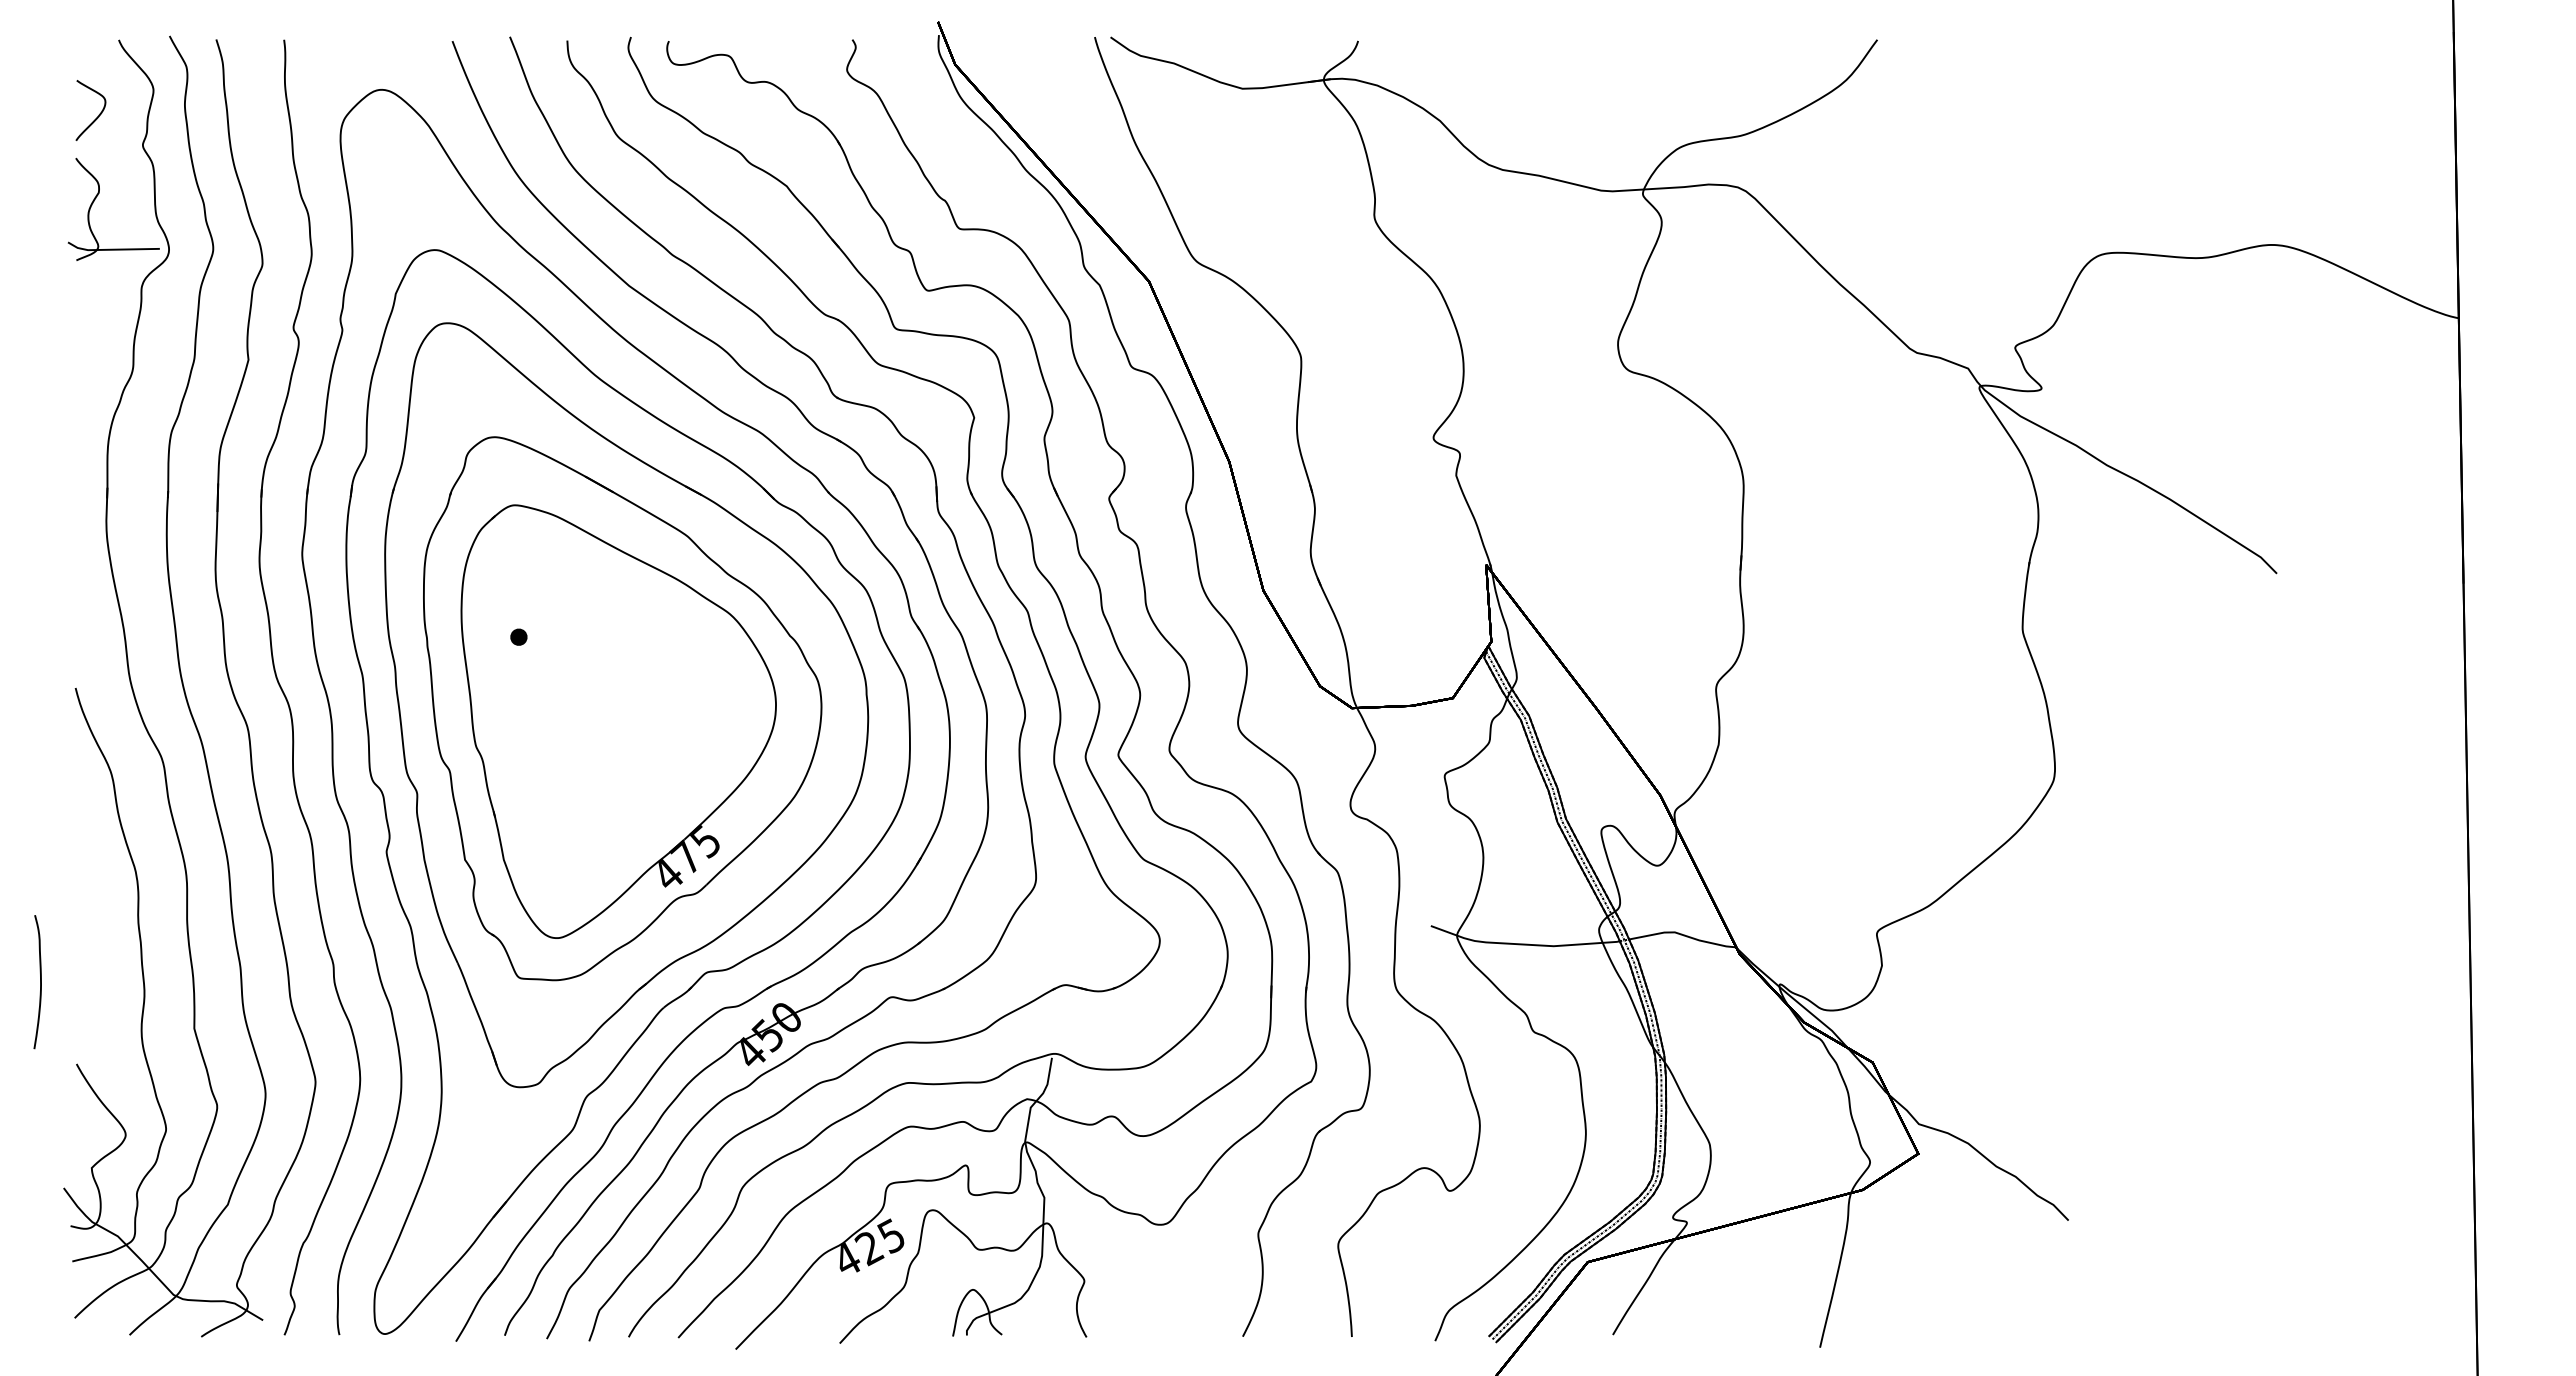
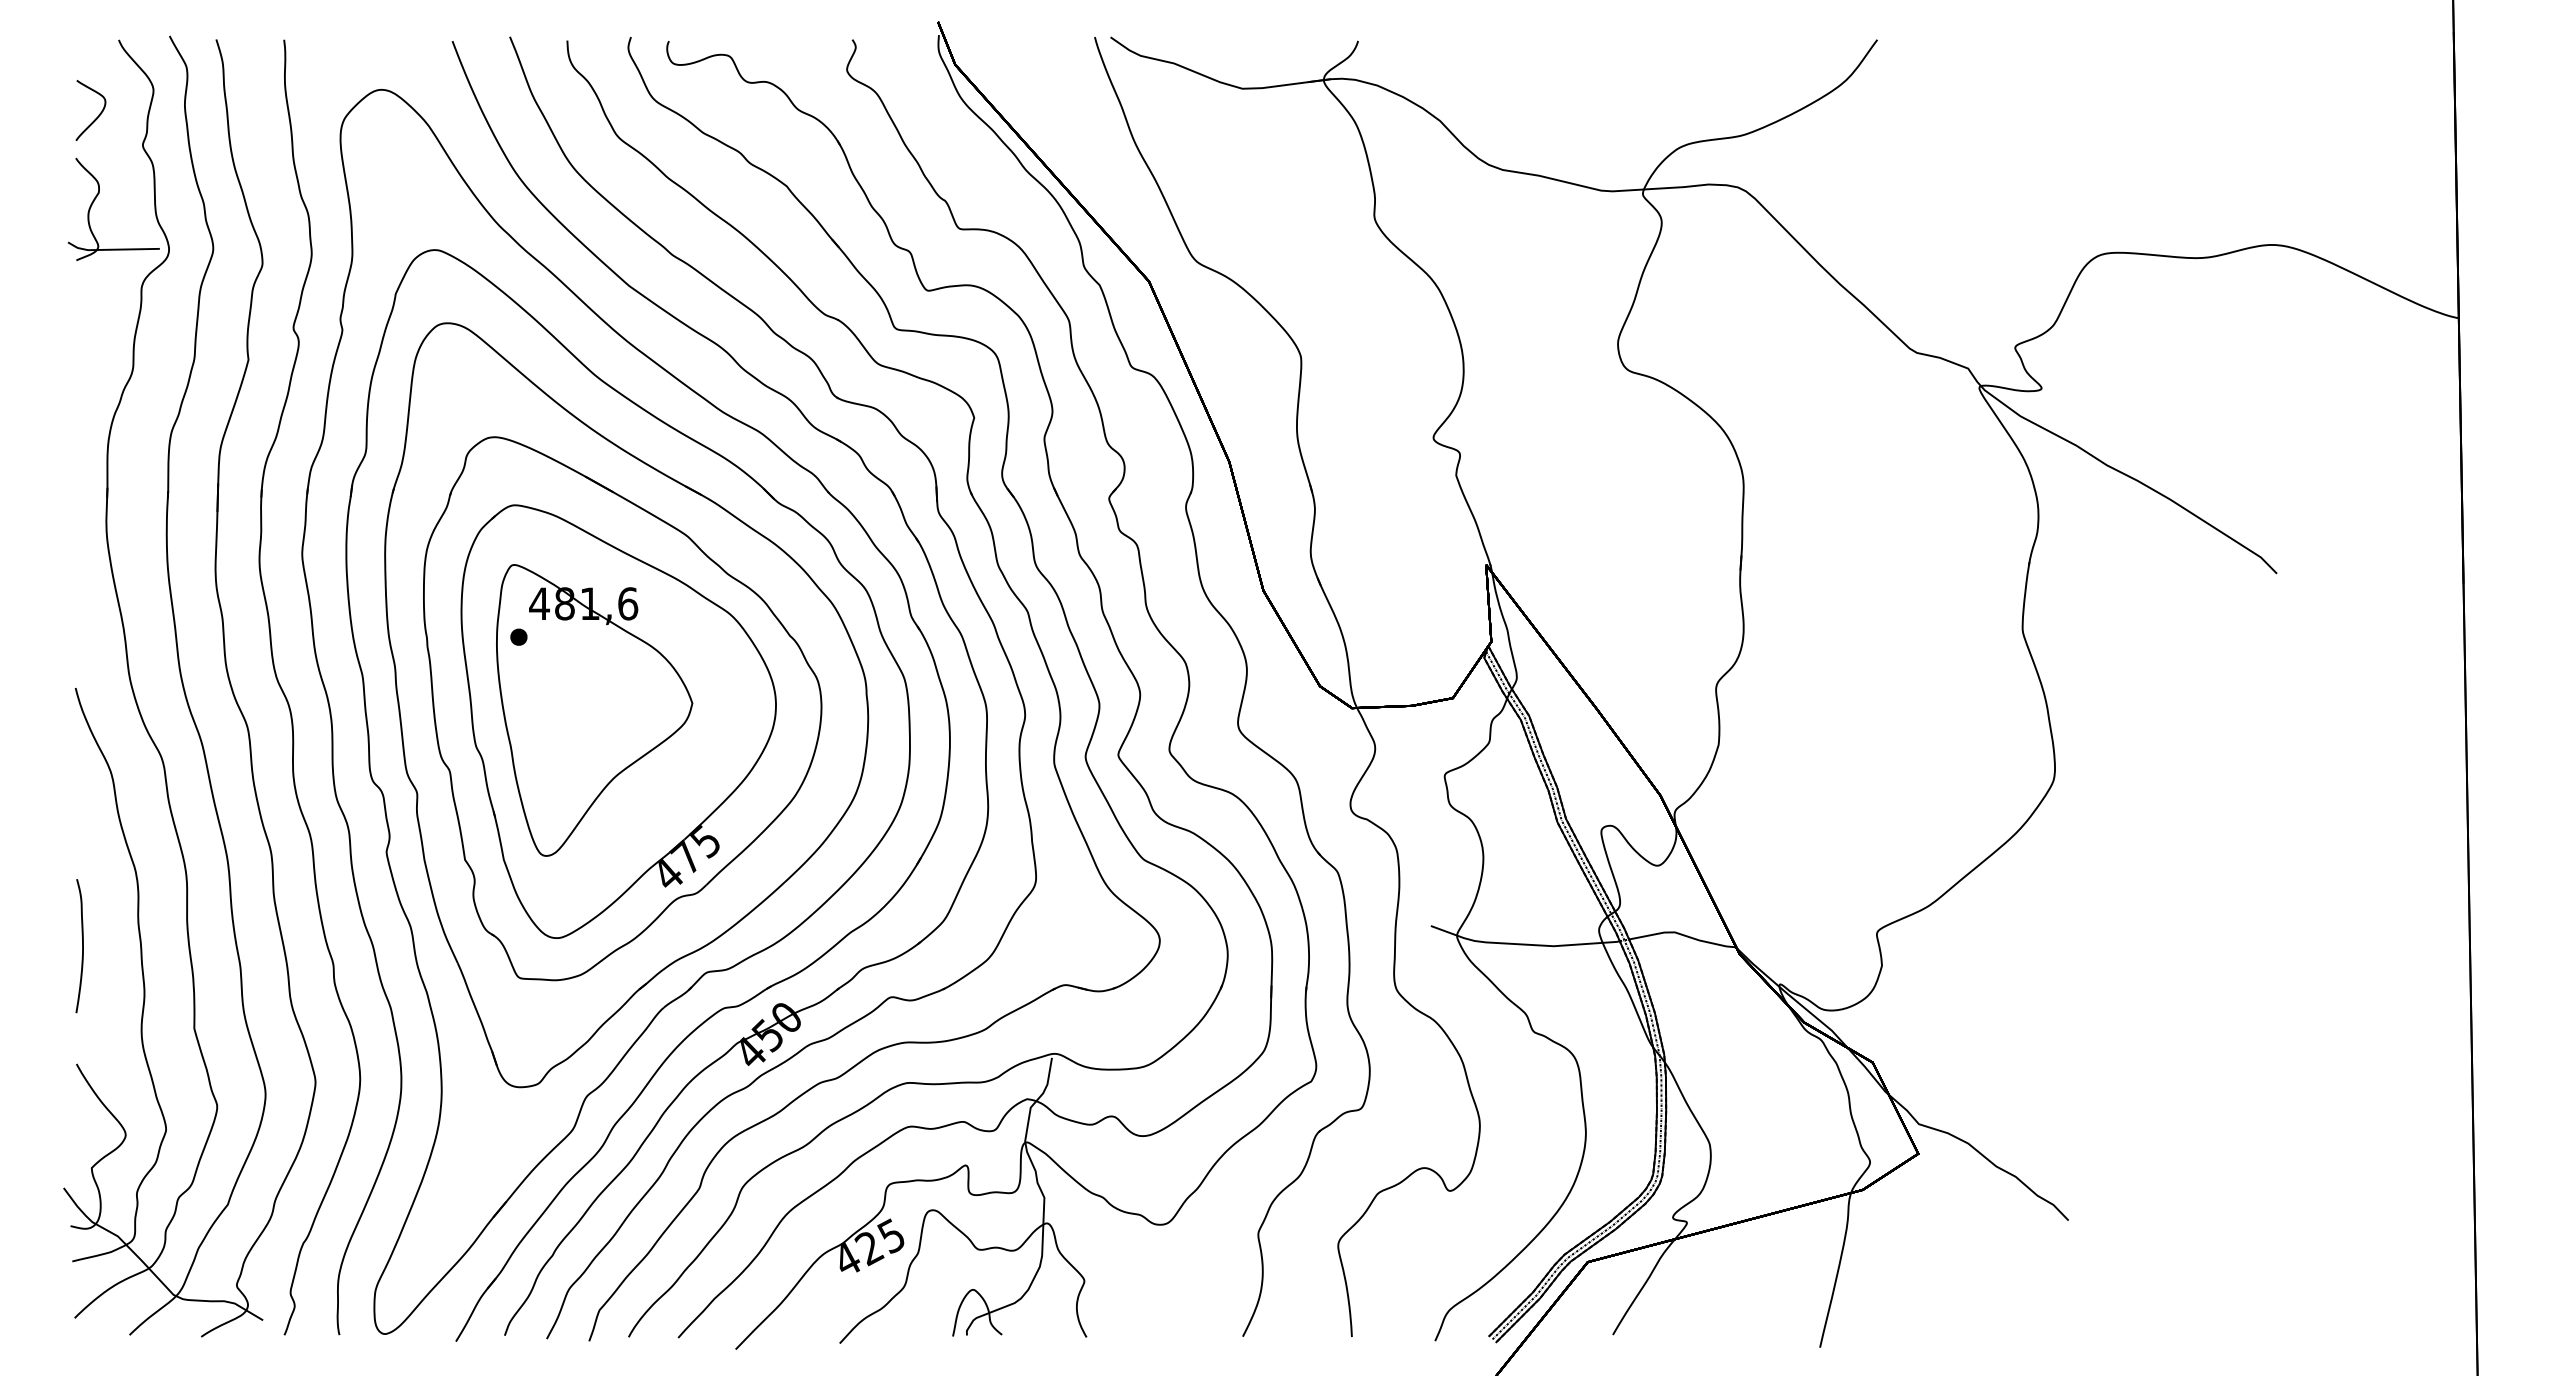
part at (594, 710): none -> present
curve at (40, 982) position: (40, 982) -> (82, 946)
